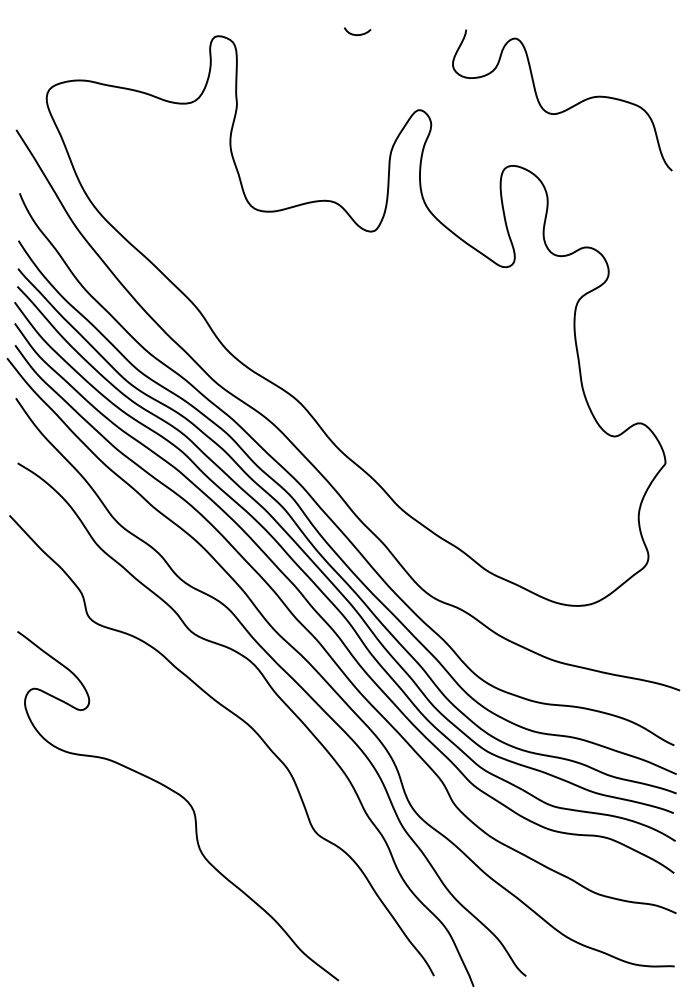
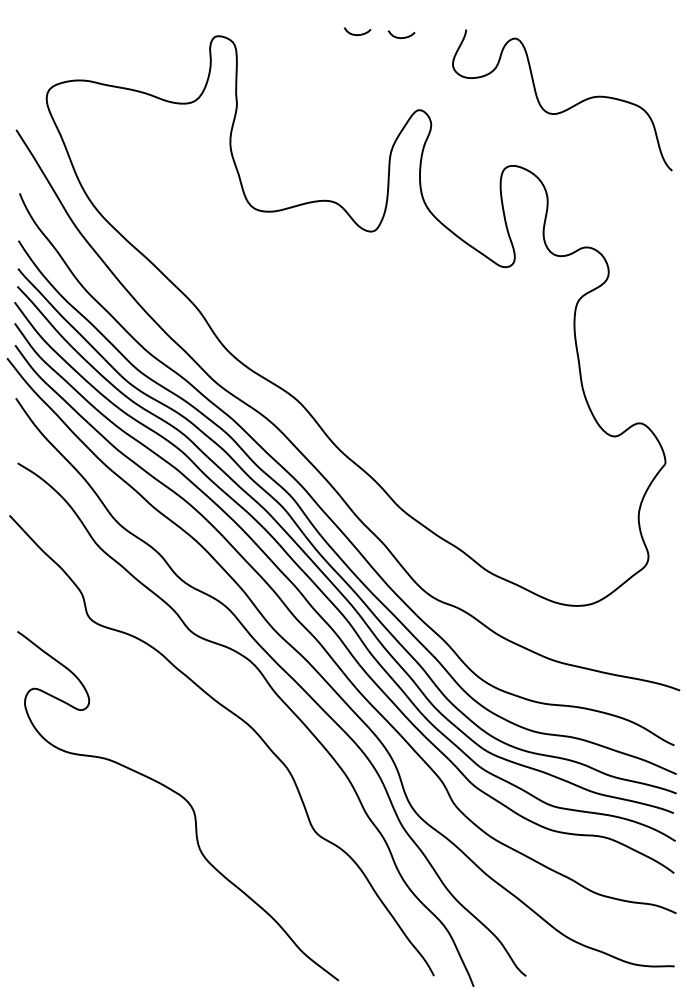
curve at (401, 37): none -> present
